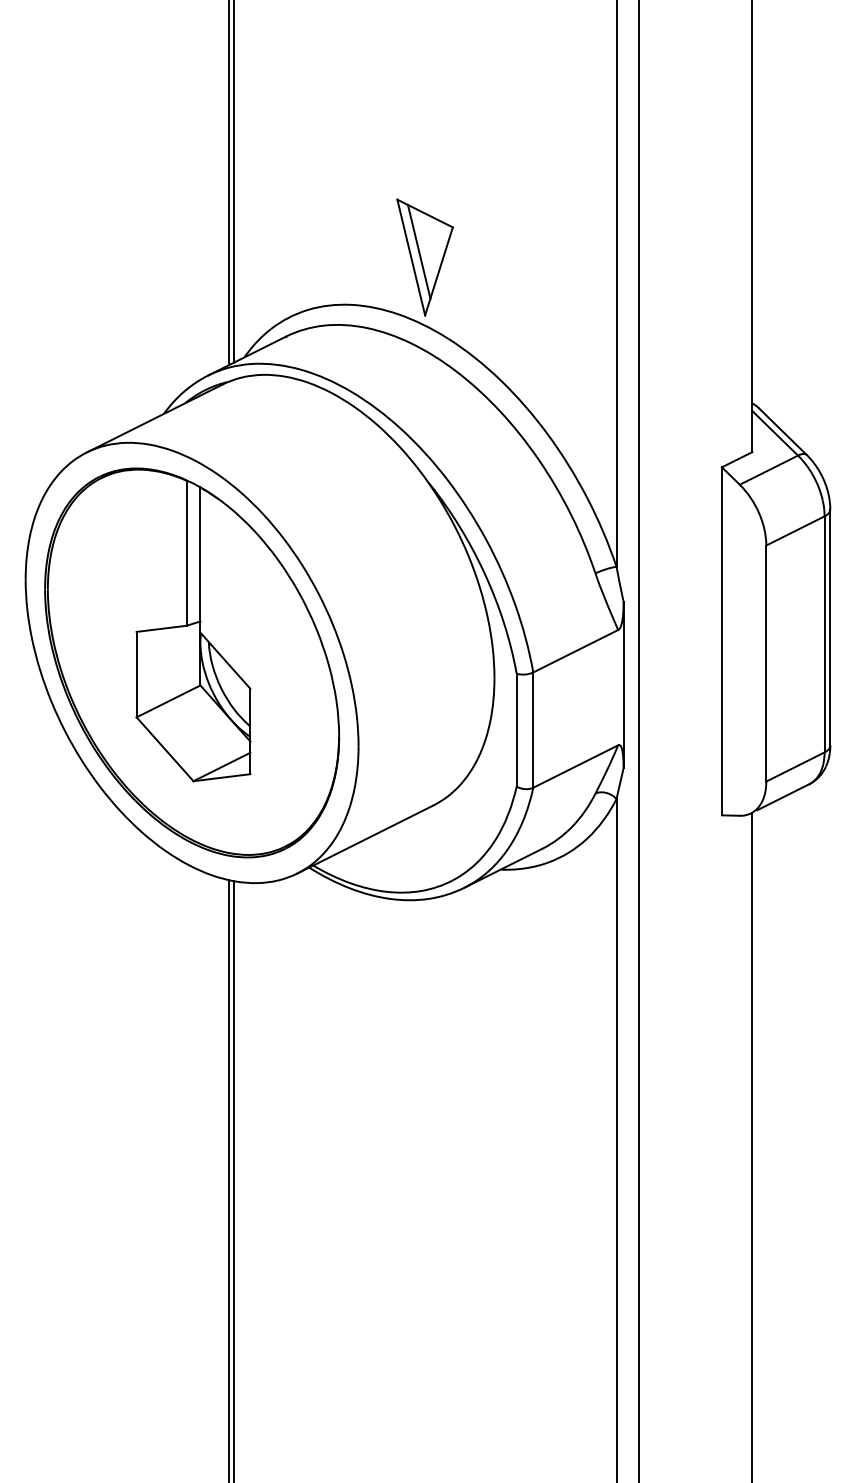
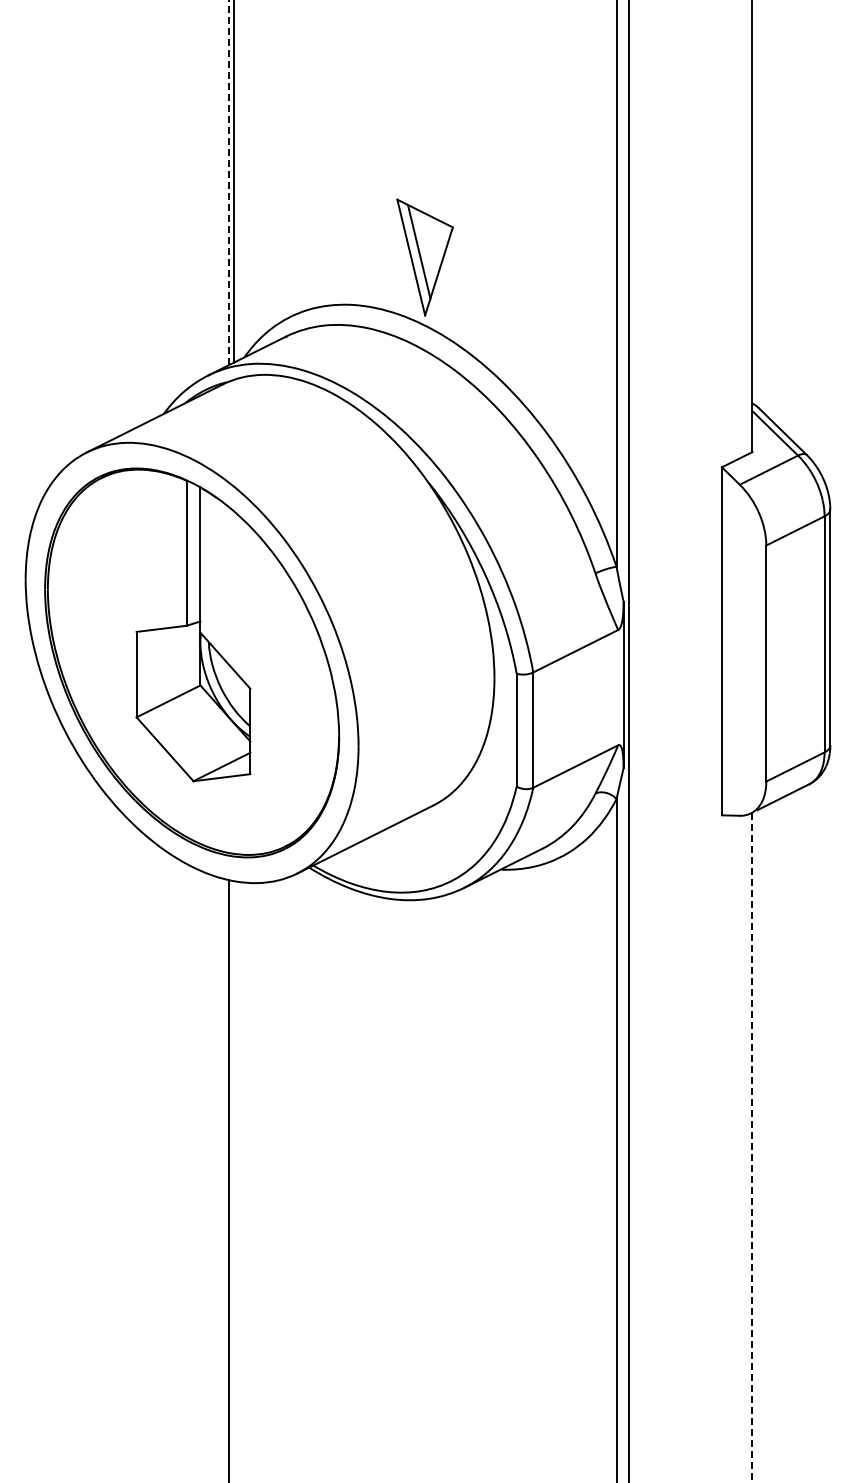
line at (229, 182): solid -> dashed
line at (638, 740) position: (638, 740) -> (628, 740)
line at (752, 1148): solid -> dashed
line at (233, 1180): present -> none
